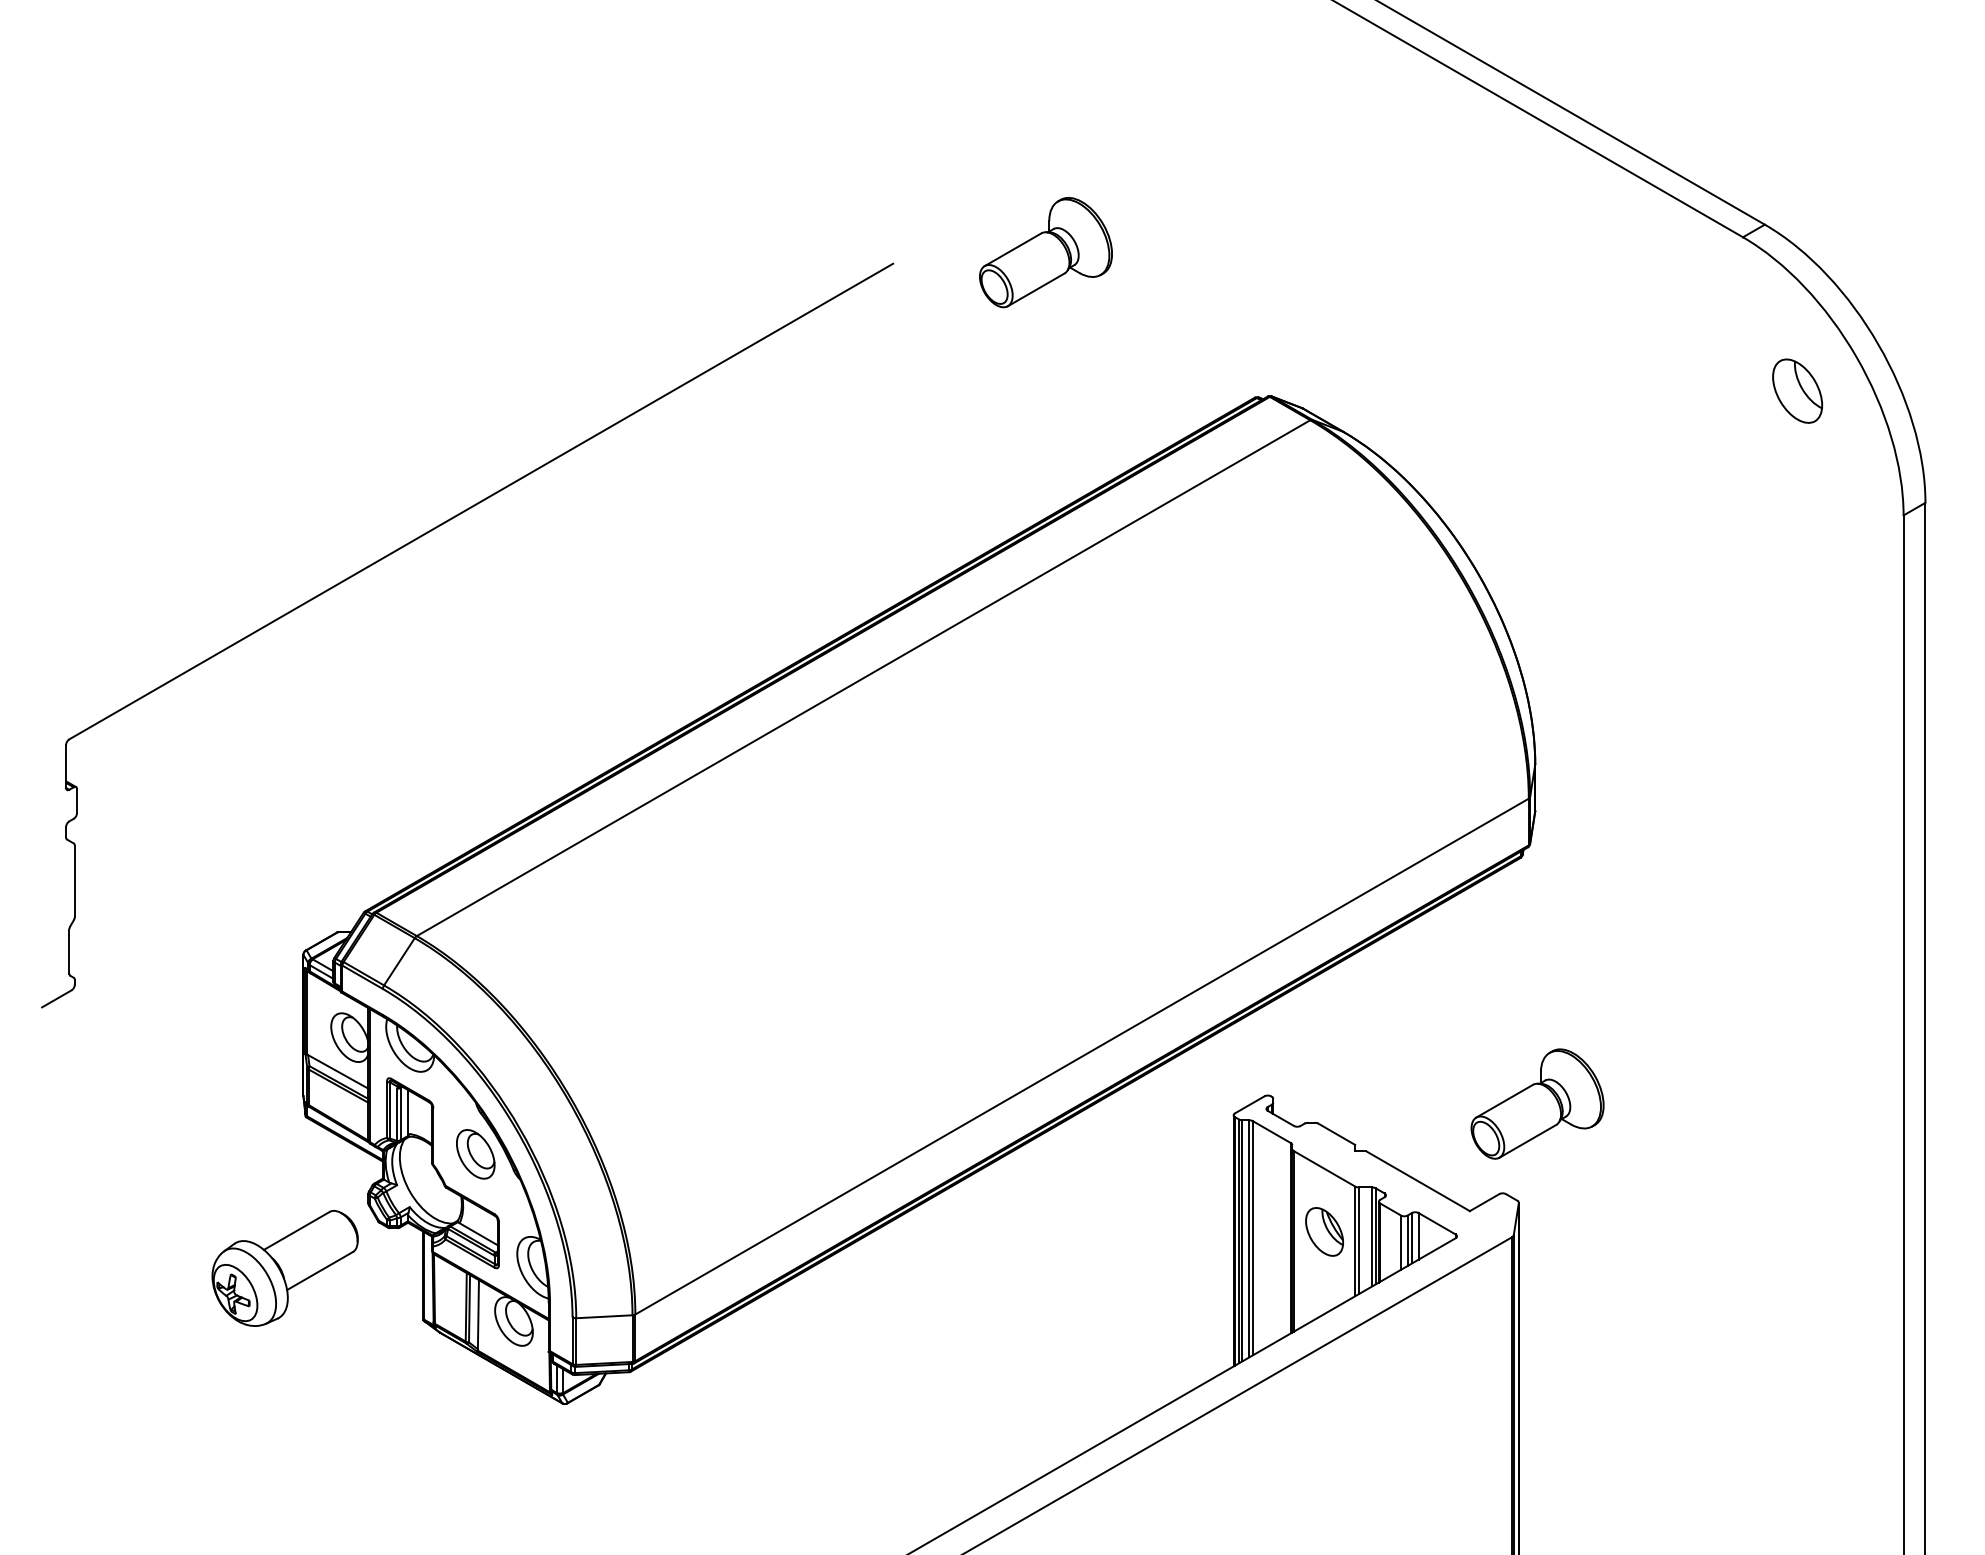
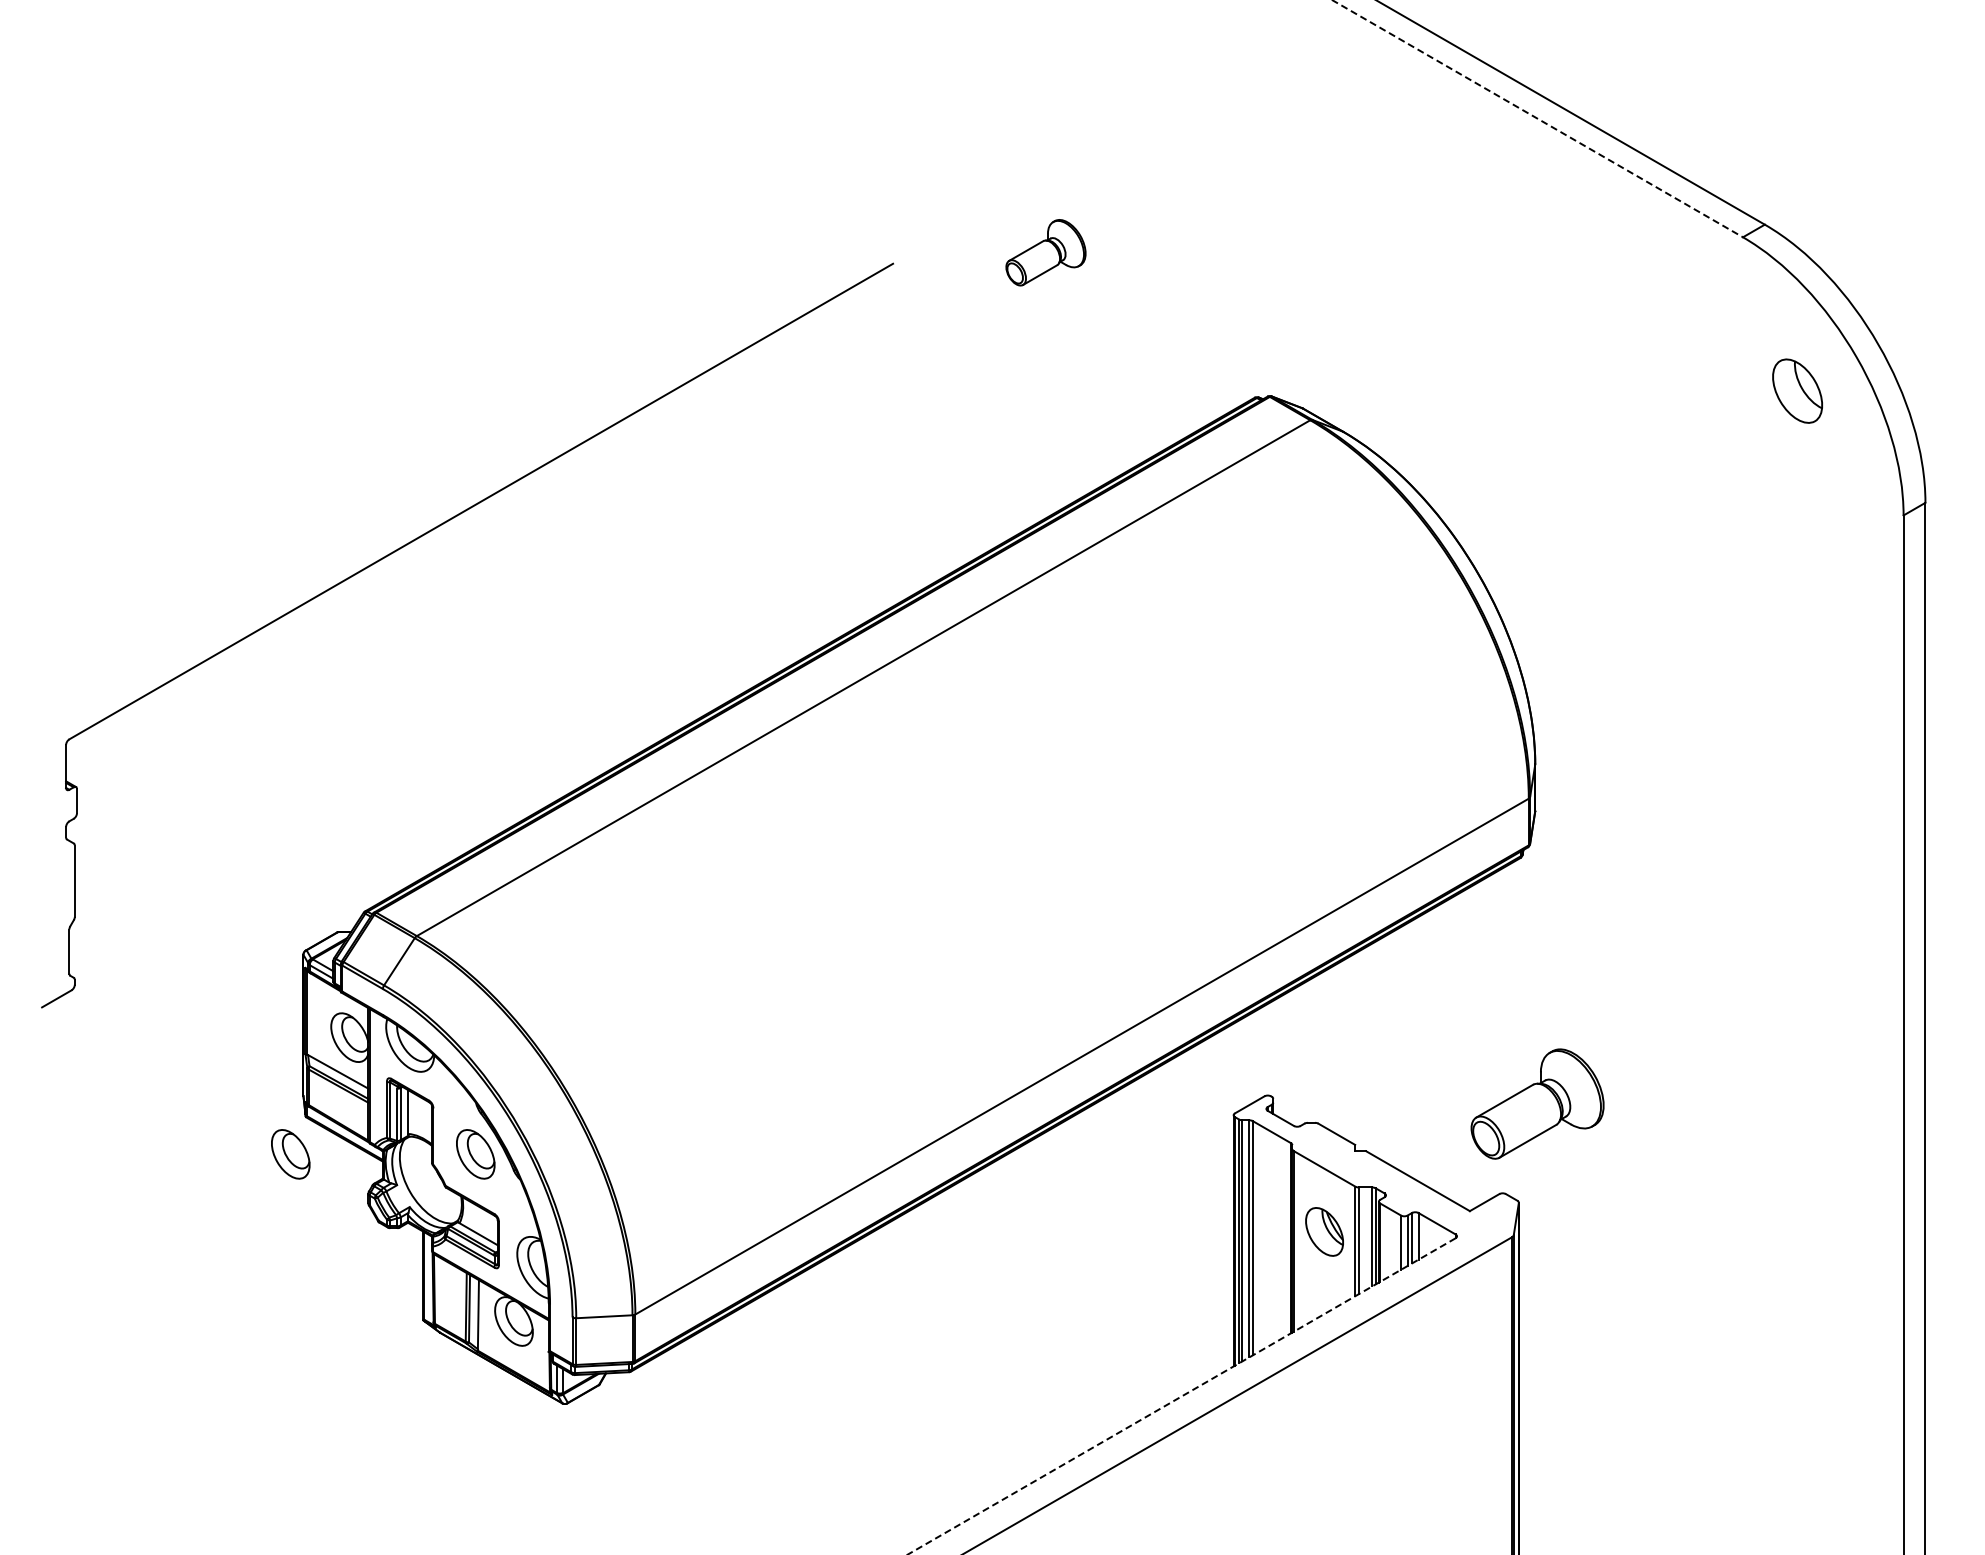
line at (1537, 118): solid -> dashed
part at (1045, 252) size: 134x112 px -> 82x68 px
part at (290, 1154): none -> present
part at (284, 1268): present -> none
line at (1181, 1396): solid -> dashed
